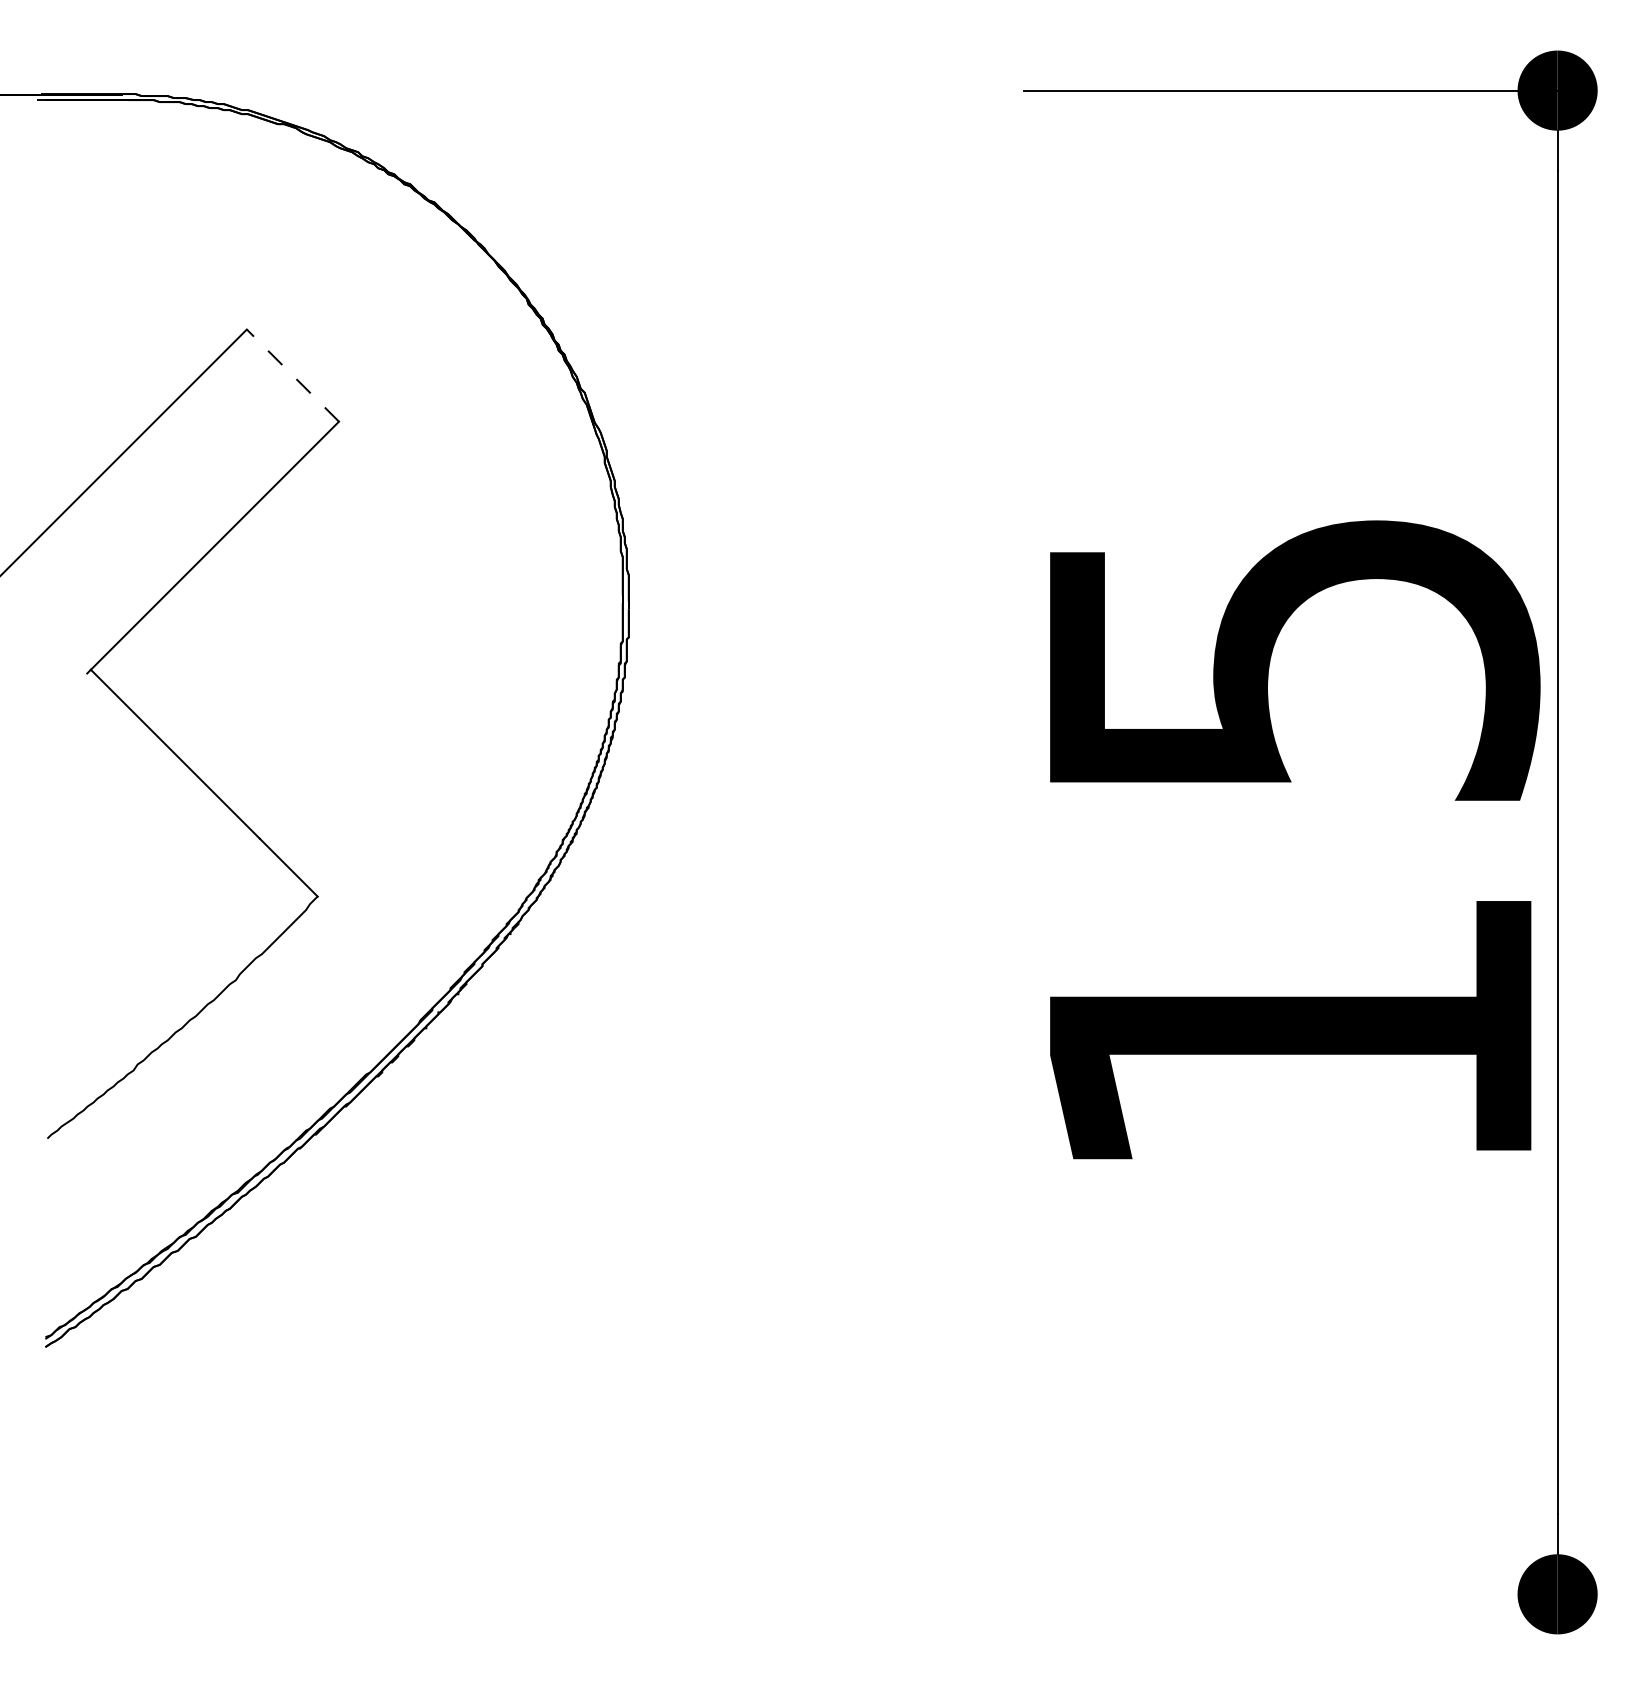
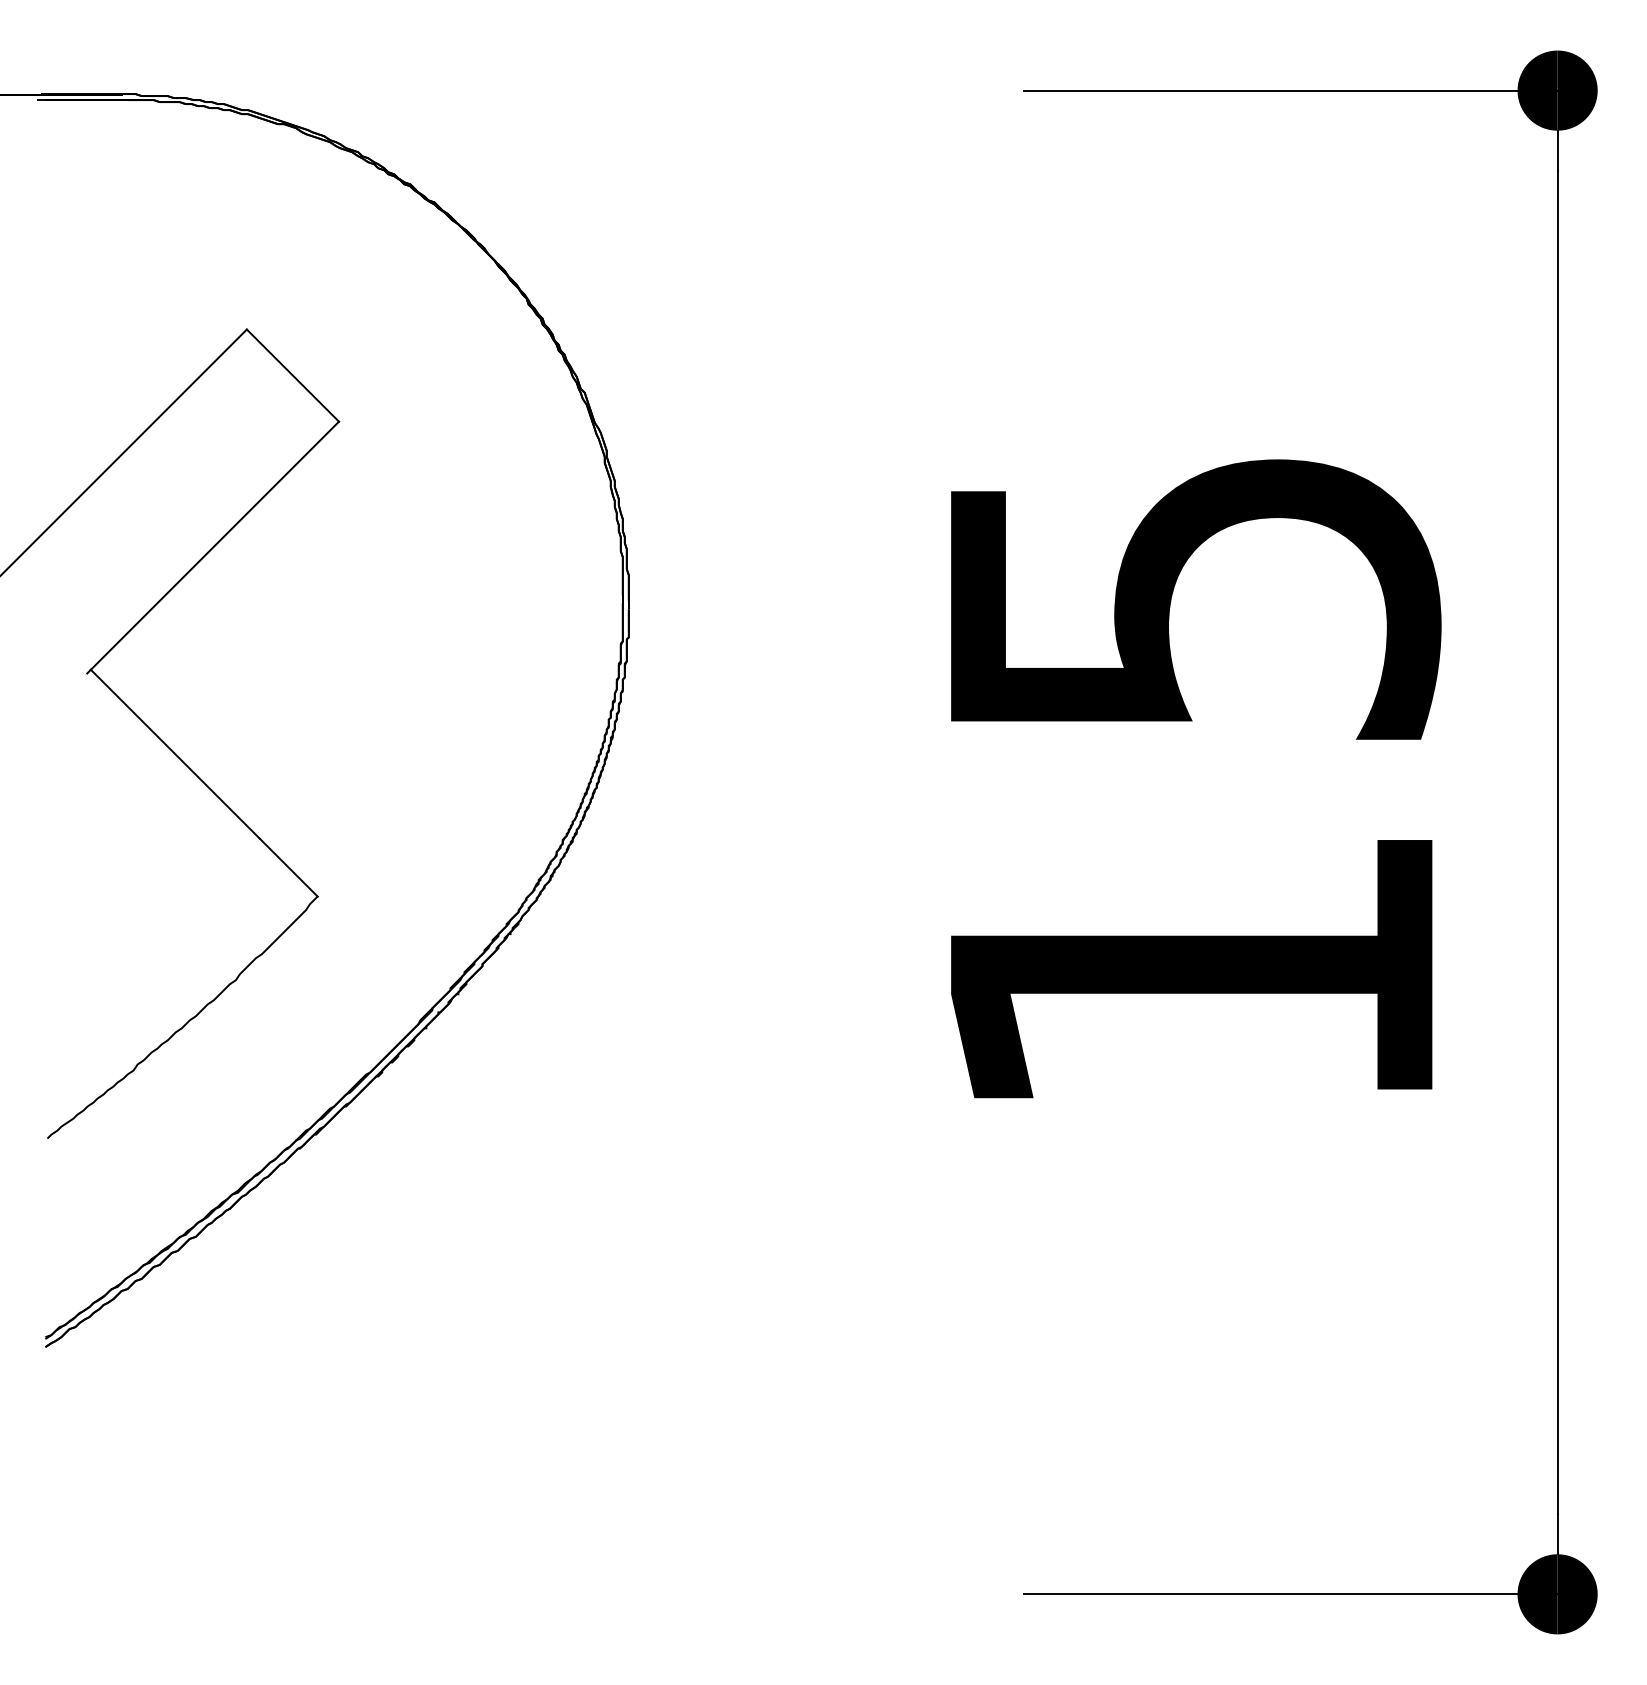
line at (292, 375): dashed -> solid
text at (1295, 839) position: (1295, 839) -> (1196, 778)
line at (1290, 1594): none -> present
